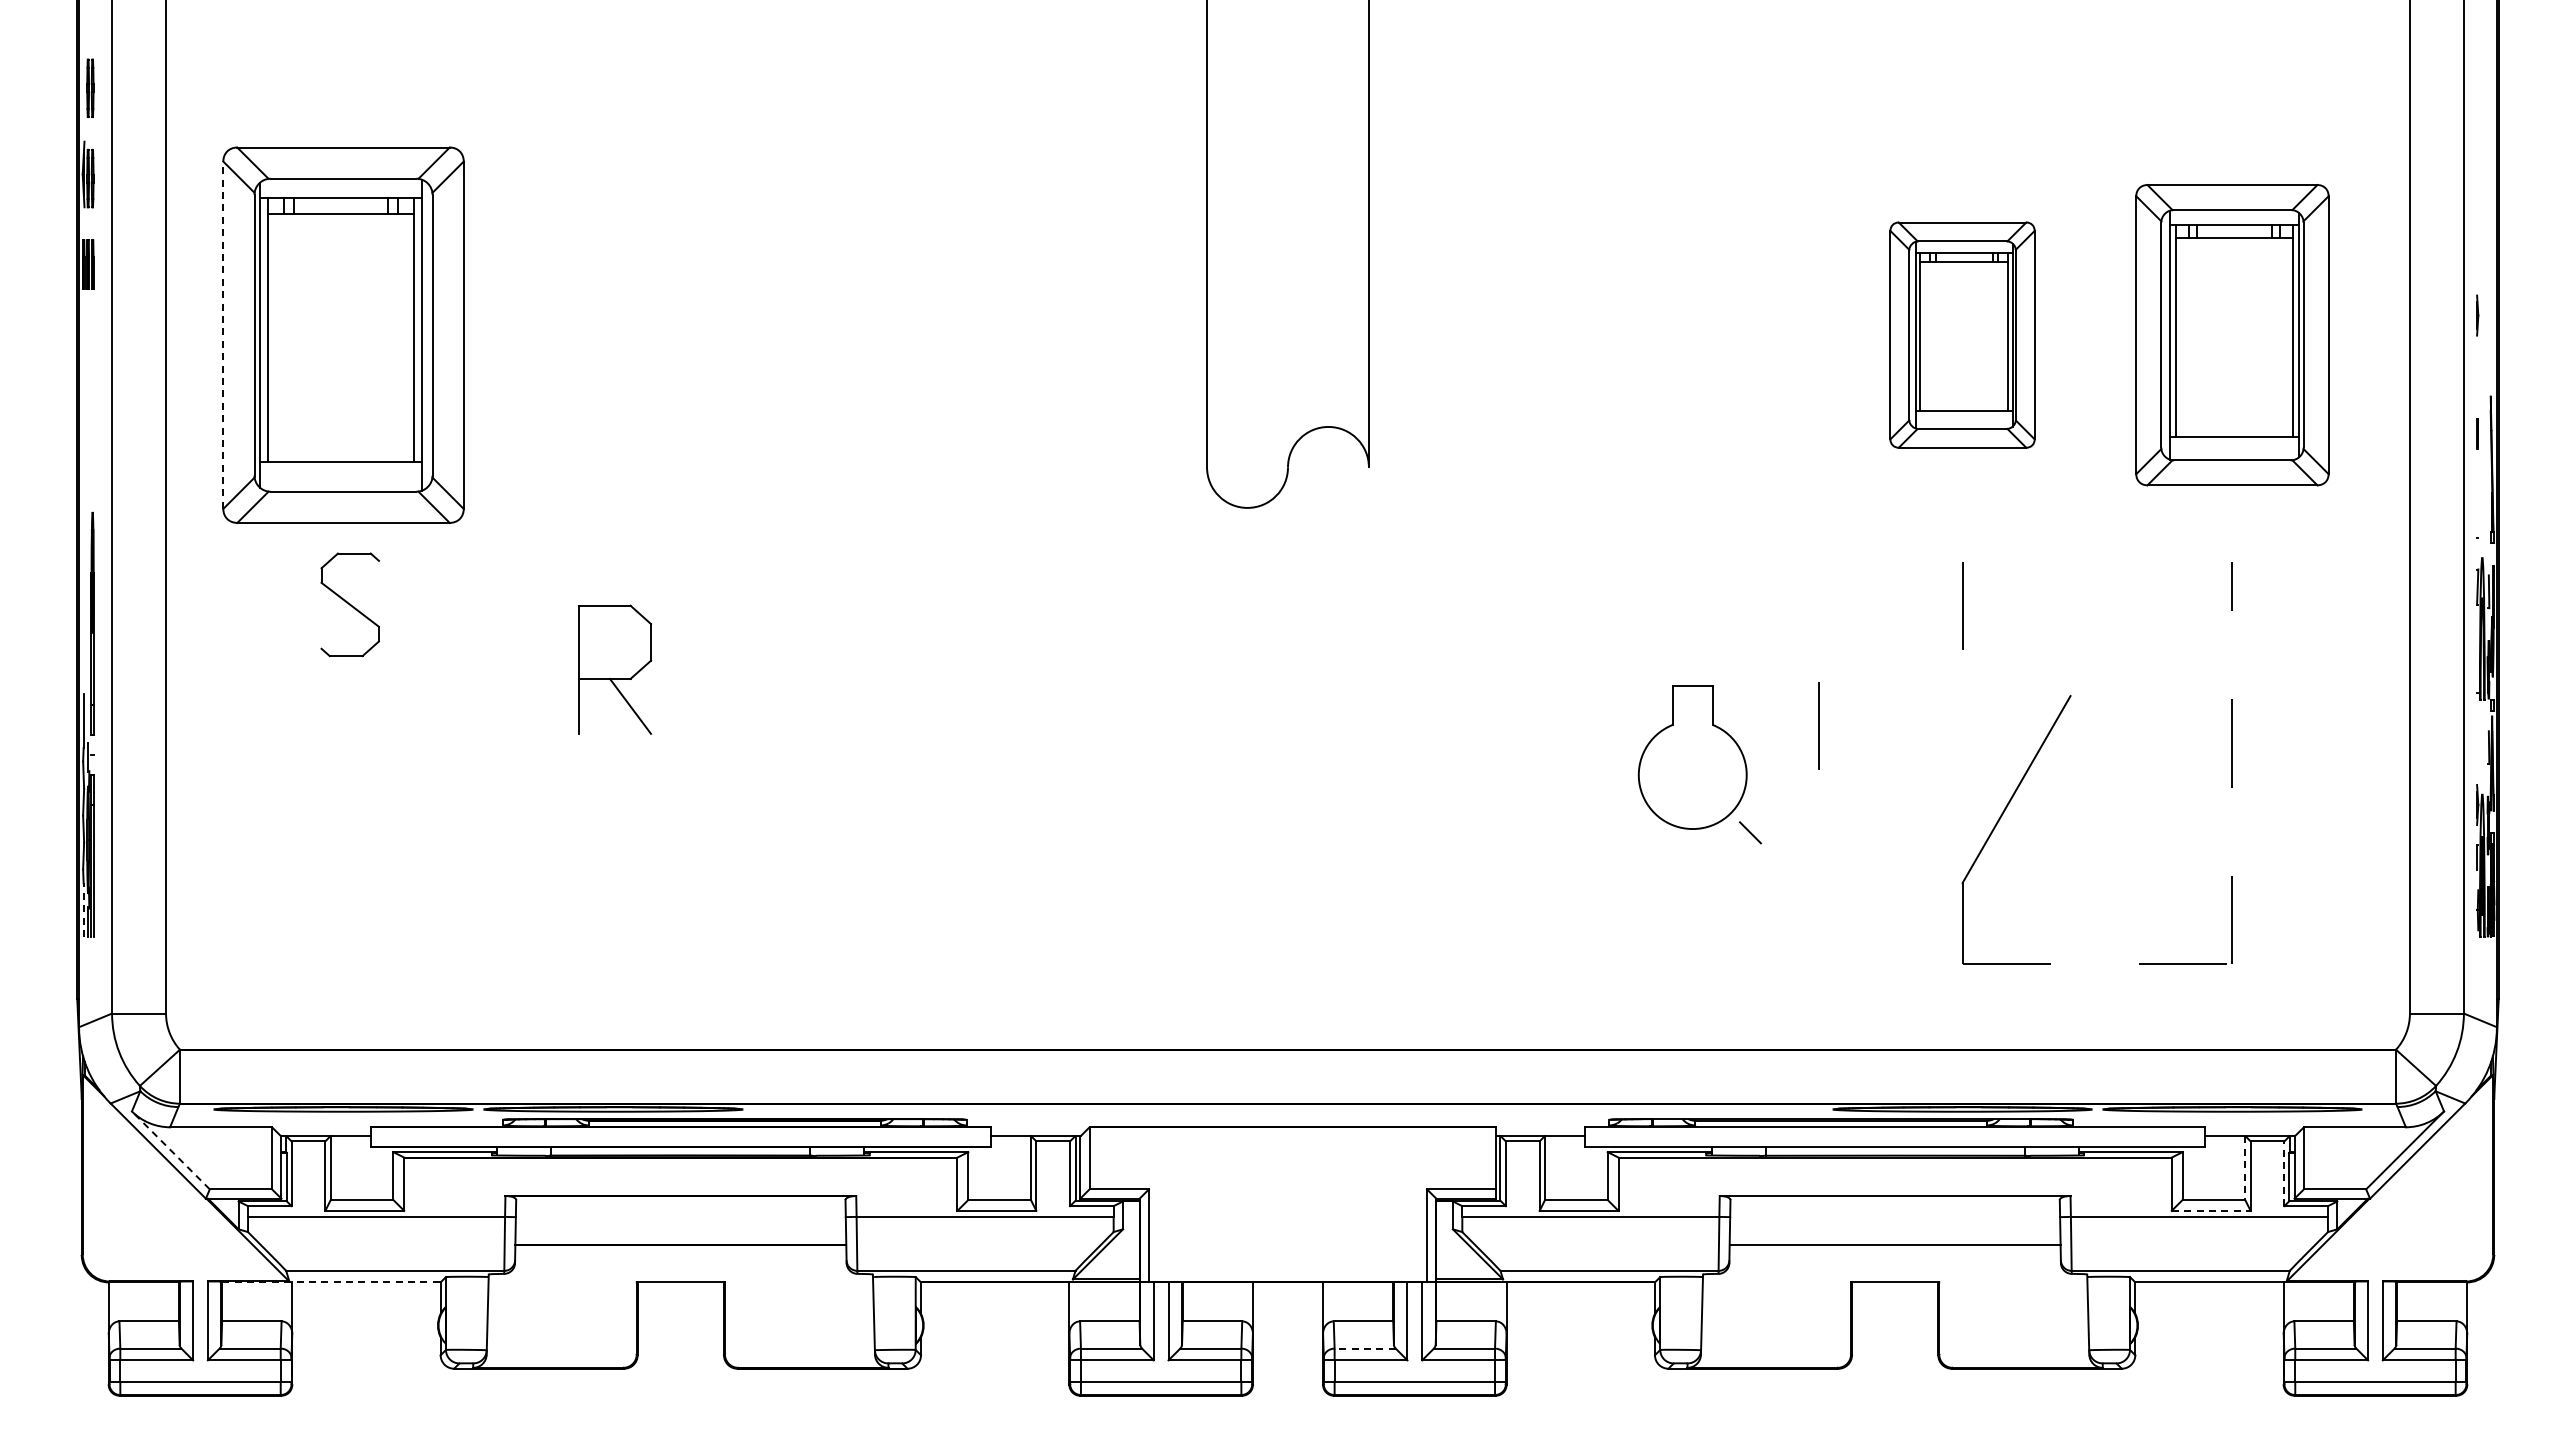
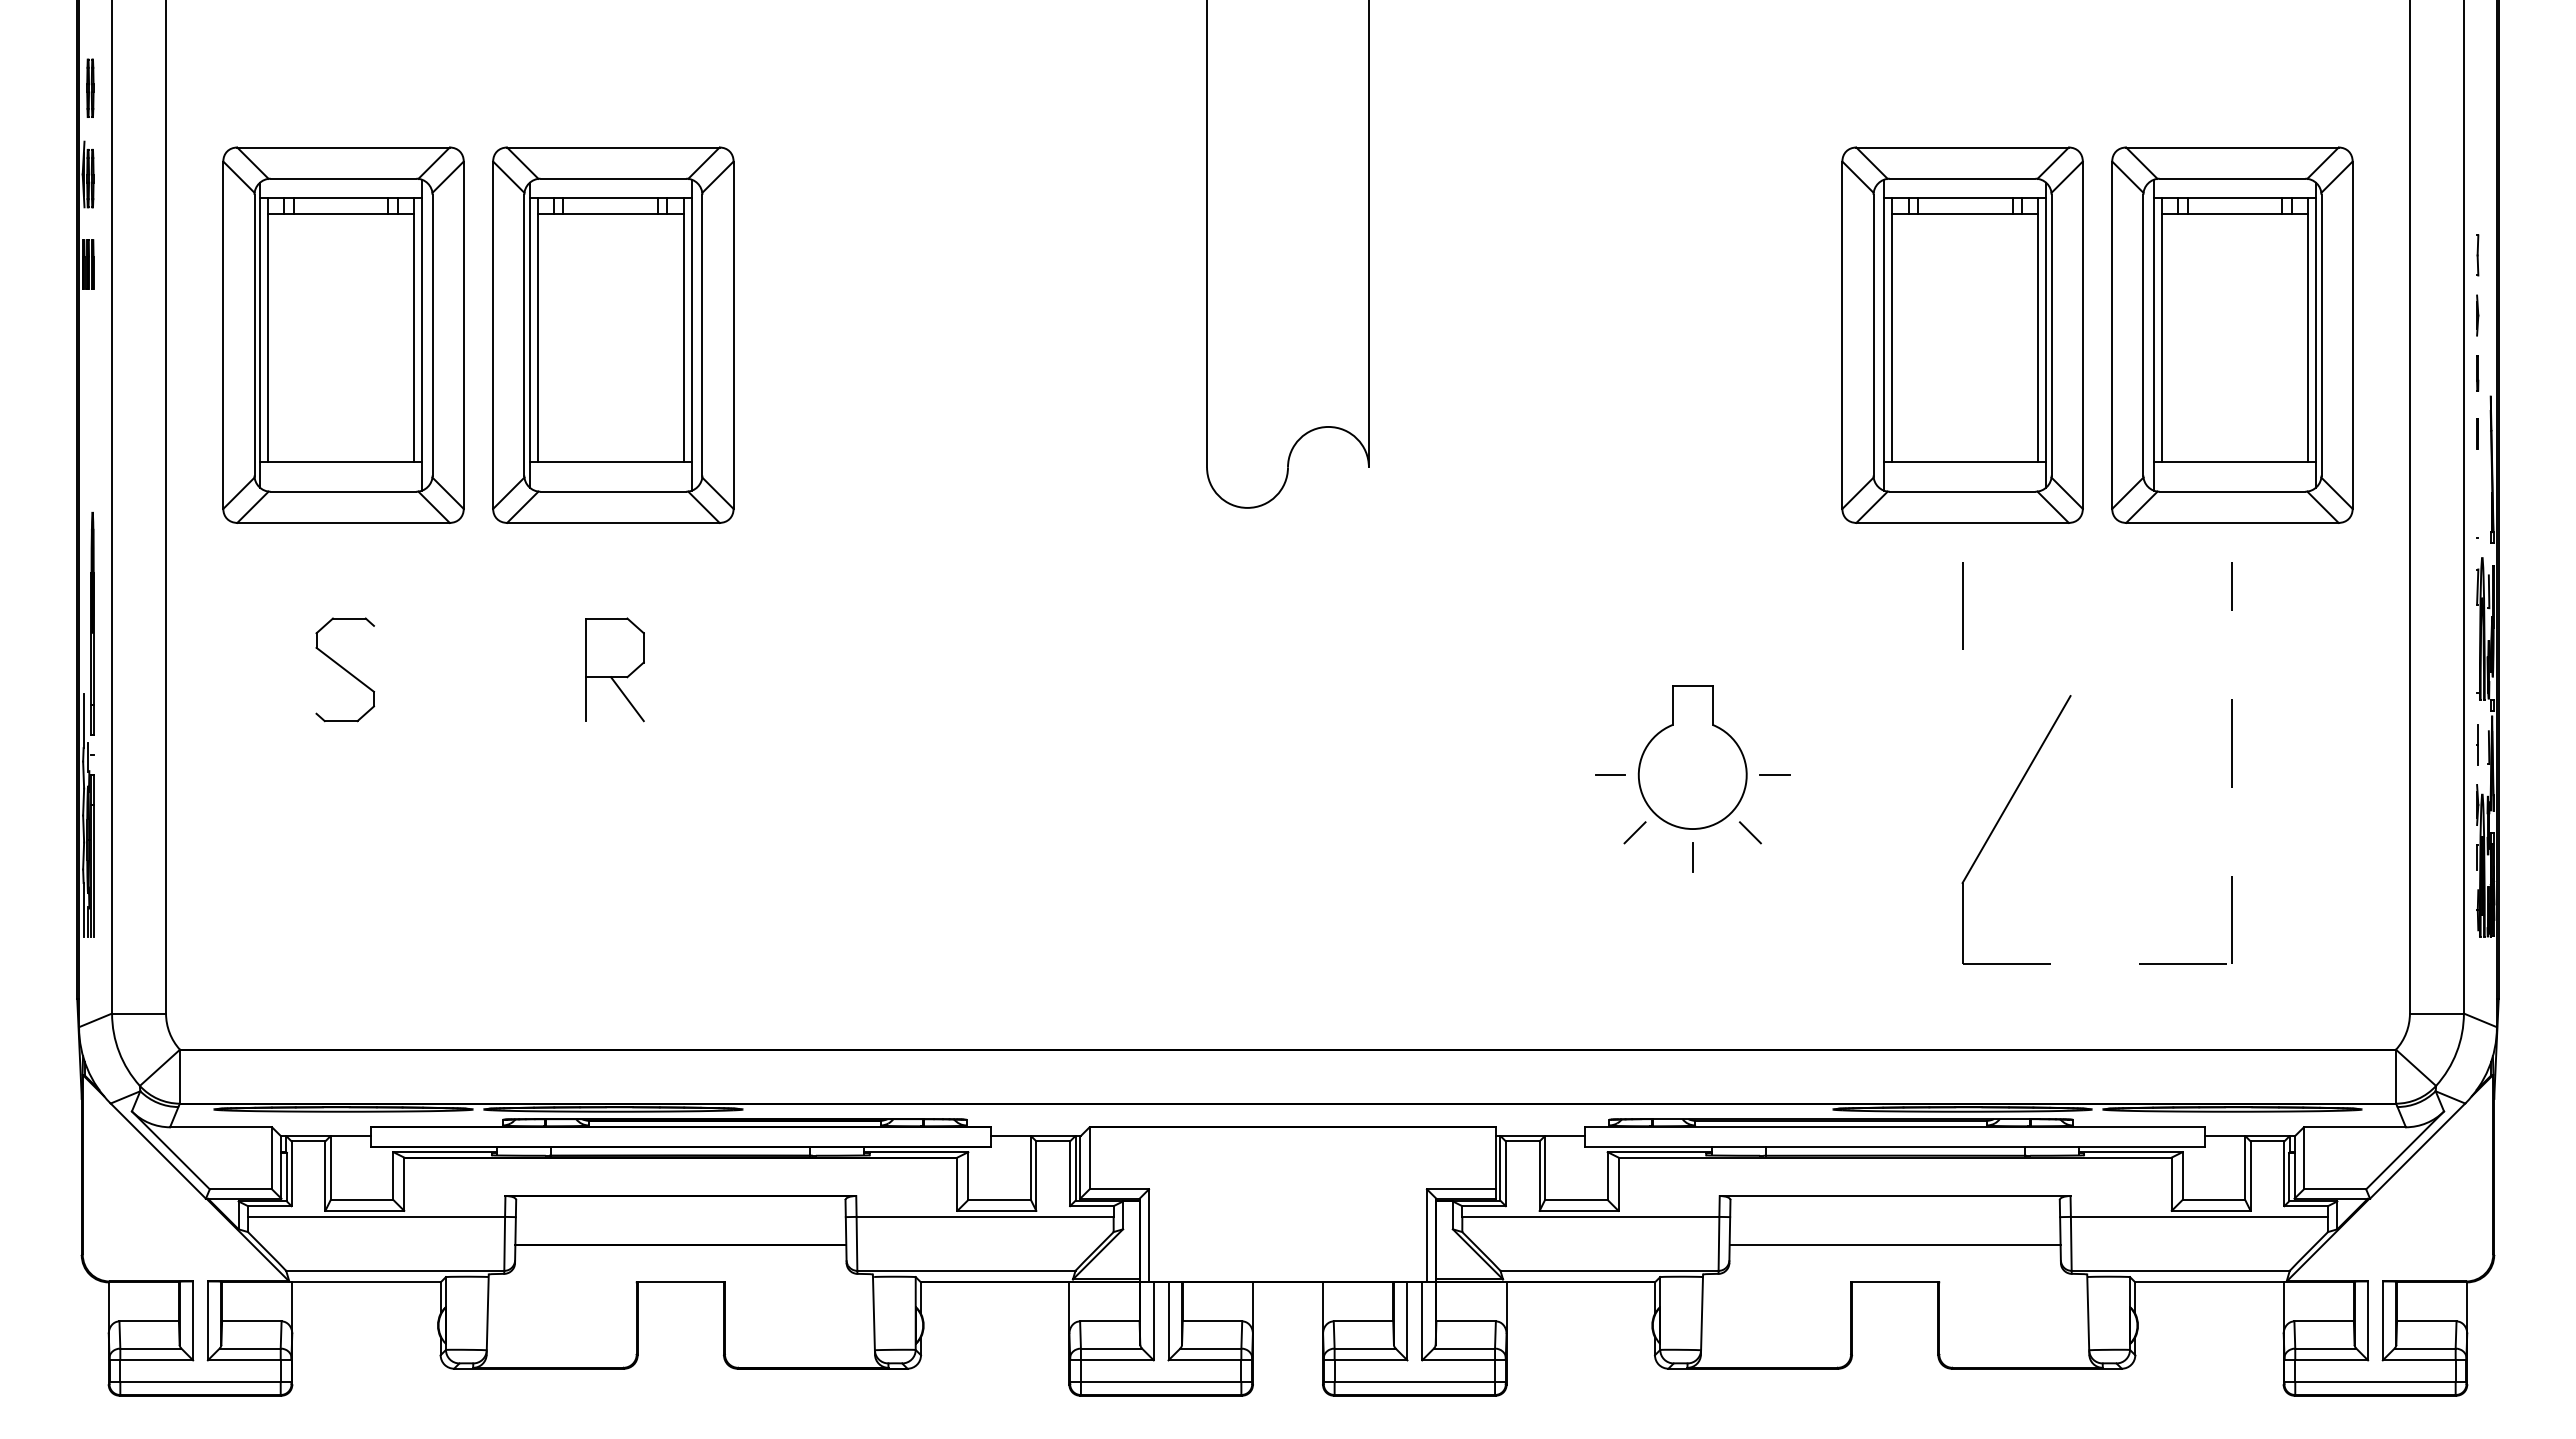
line at (2477, 255): none -> present
part at (613, 334): none -> present
part at (1962, 334) size: 147x228 px -> 243x378 px
line at (223, 335): dashed -> solid
part at (2232, 335) size: 195x303 px -> 243x378 px
line at (2477, 373): none -> present
part at (350, 604) position: (350, 604) -> (345, 669)
part at (615, 669) size: 75x131 px -> 60x106 px
line at (1818, 725): present -> none
line at (2477, 744): none -> present
line at (1610, 775): none -> present
line at (1774, 775): none -> present
line at (1634, 832): none -> present
line at (1692, 857): none -> present
line at (83, 909): dashed -> solid
line at (170, 1150): dashed -> solid
line at (2245, 1168): dashed -> solid
line at (2284, 1173): dashed -> solid
line at (2211, 1210): dashed -> solid
line at (331, 1282): dashed -> solid
line at (1365, 1348): dashed -> solid
